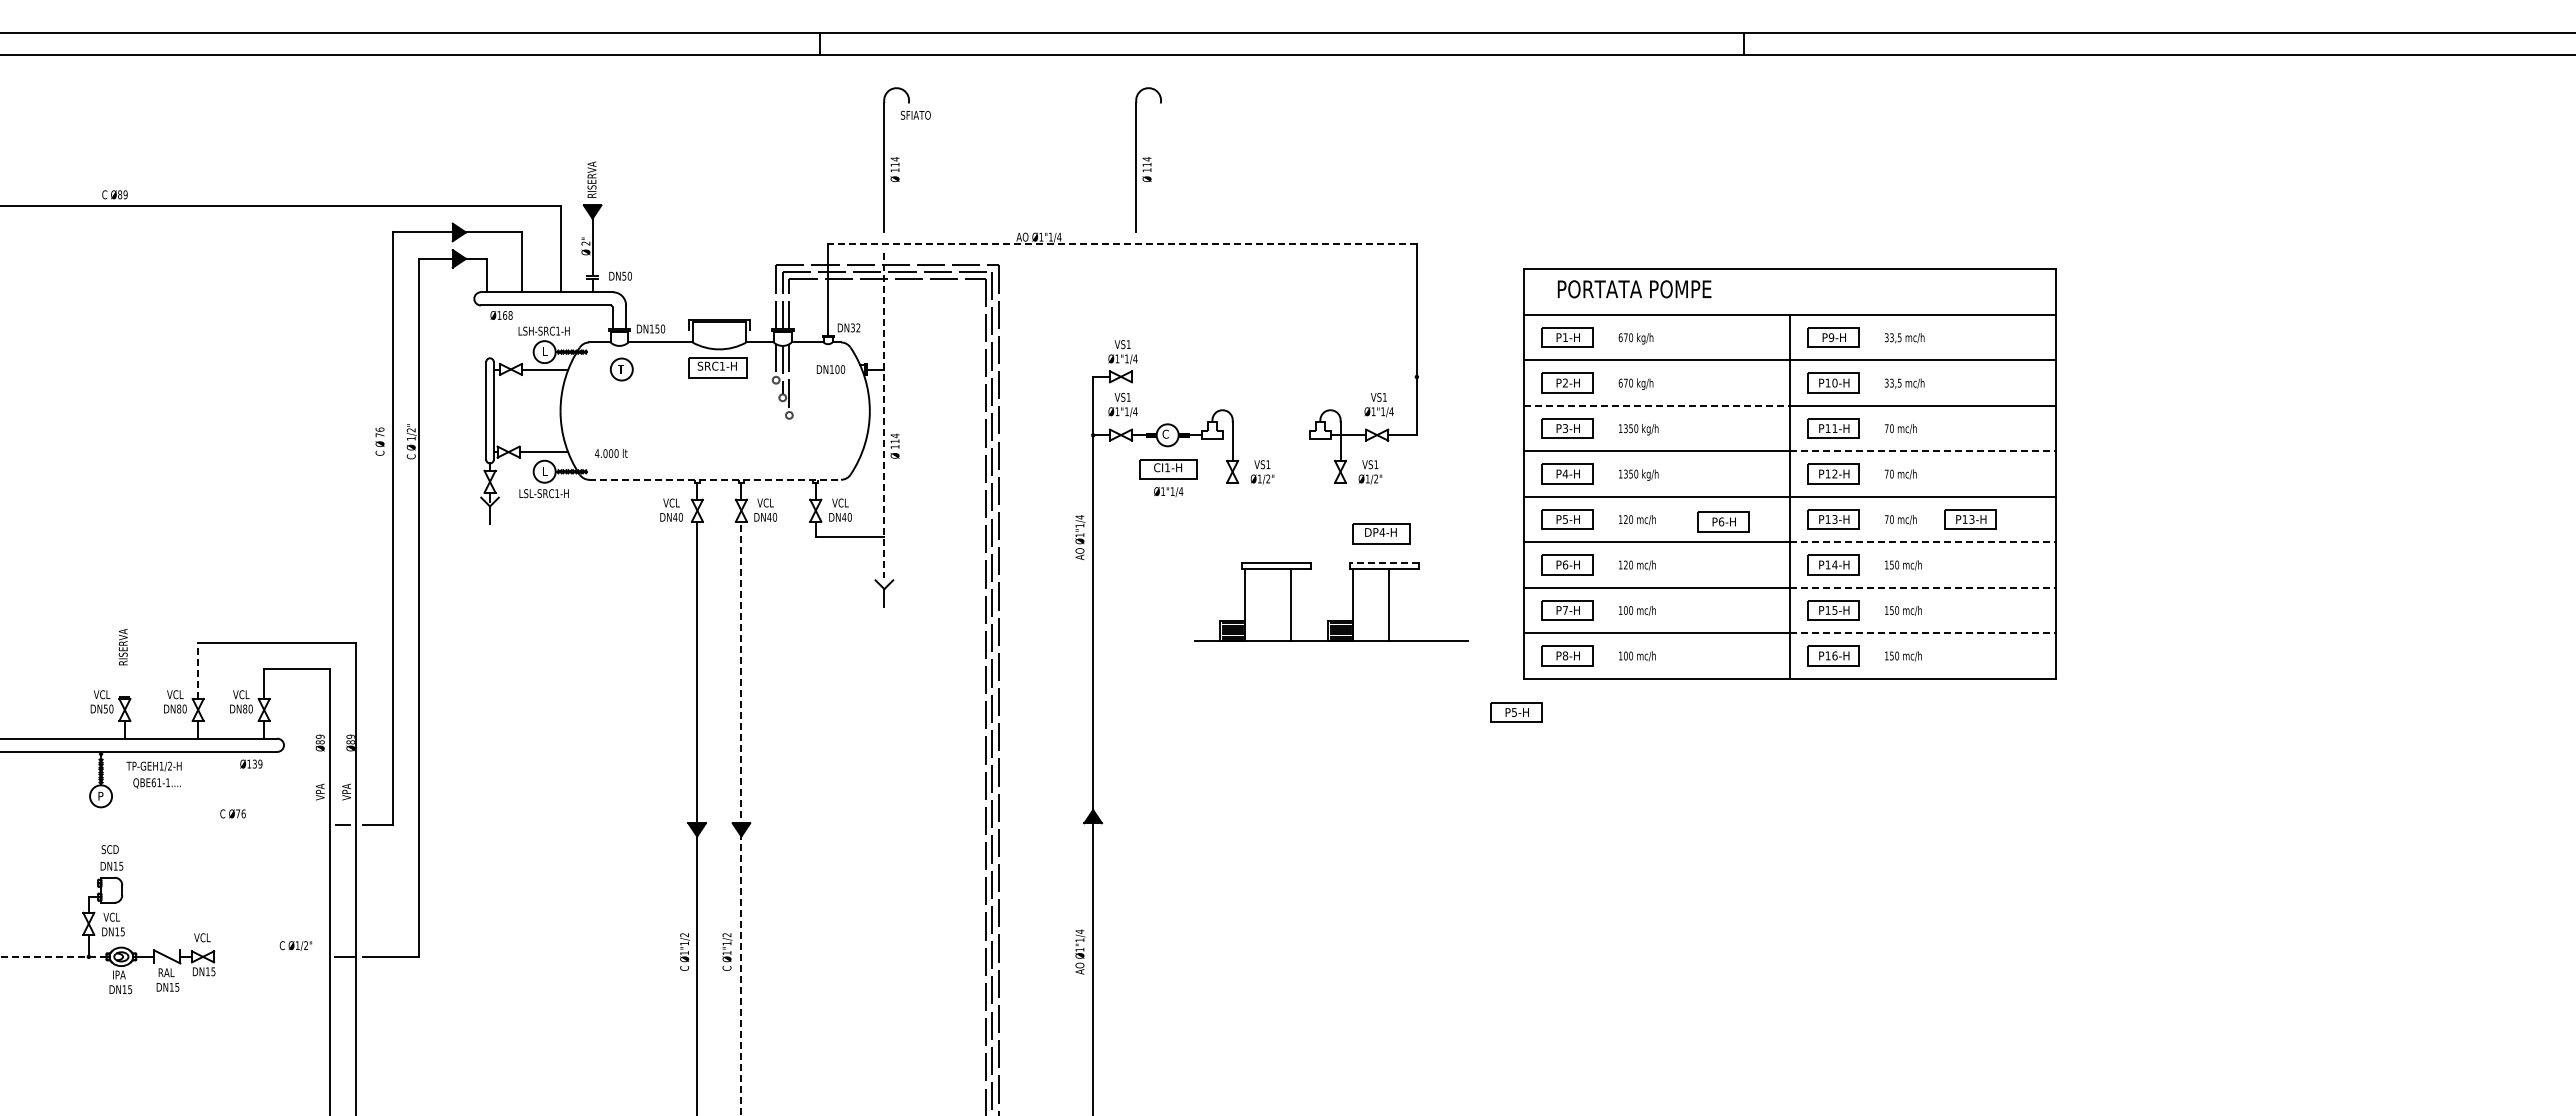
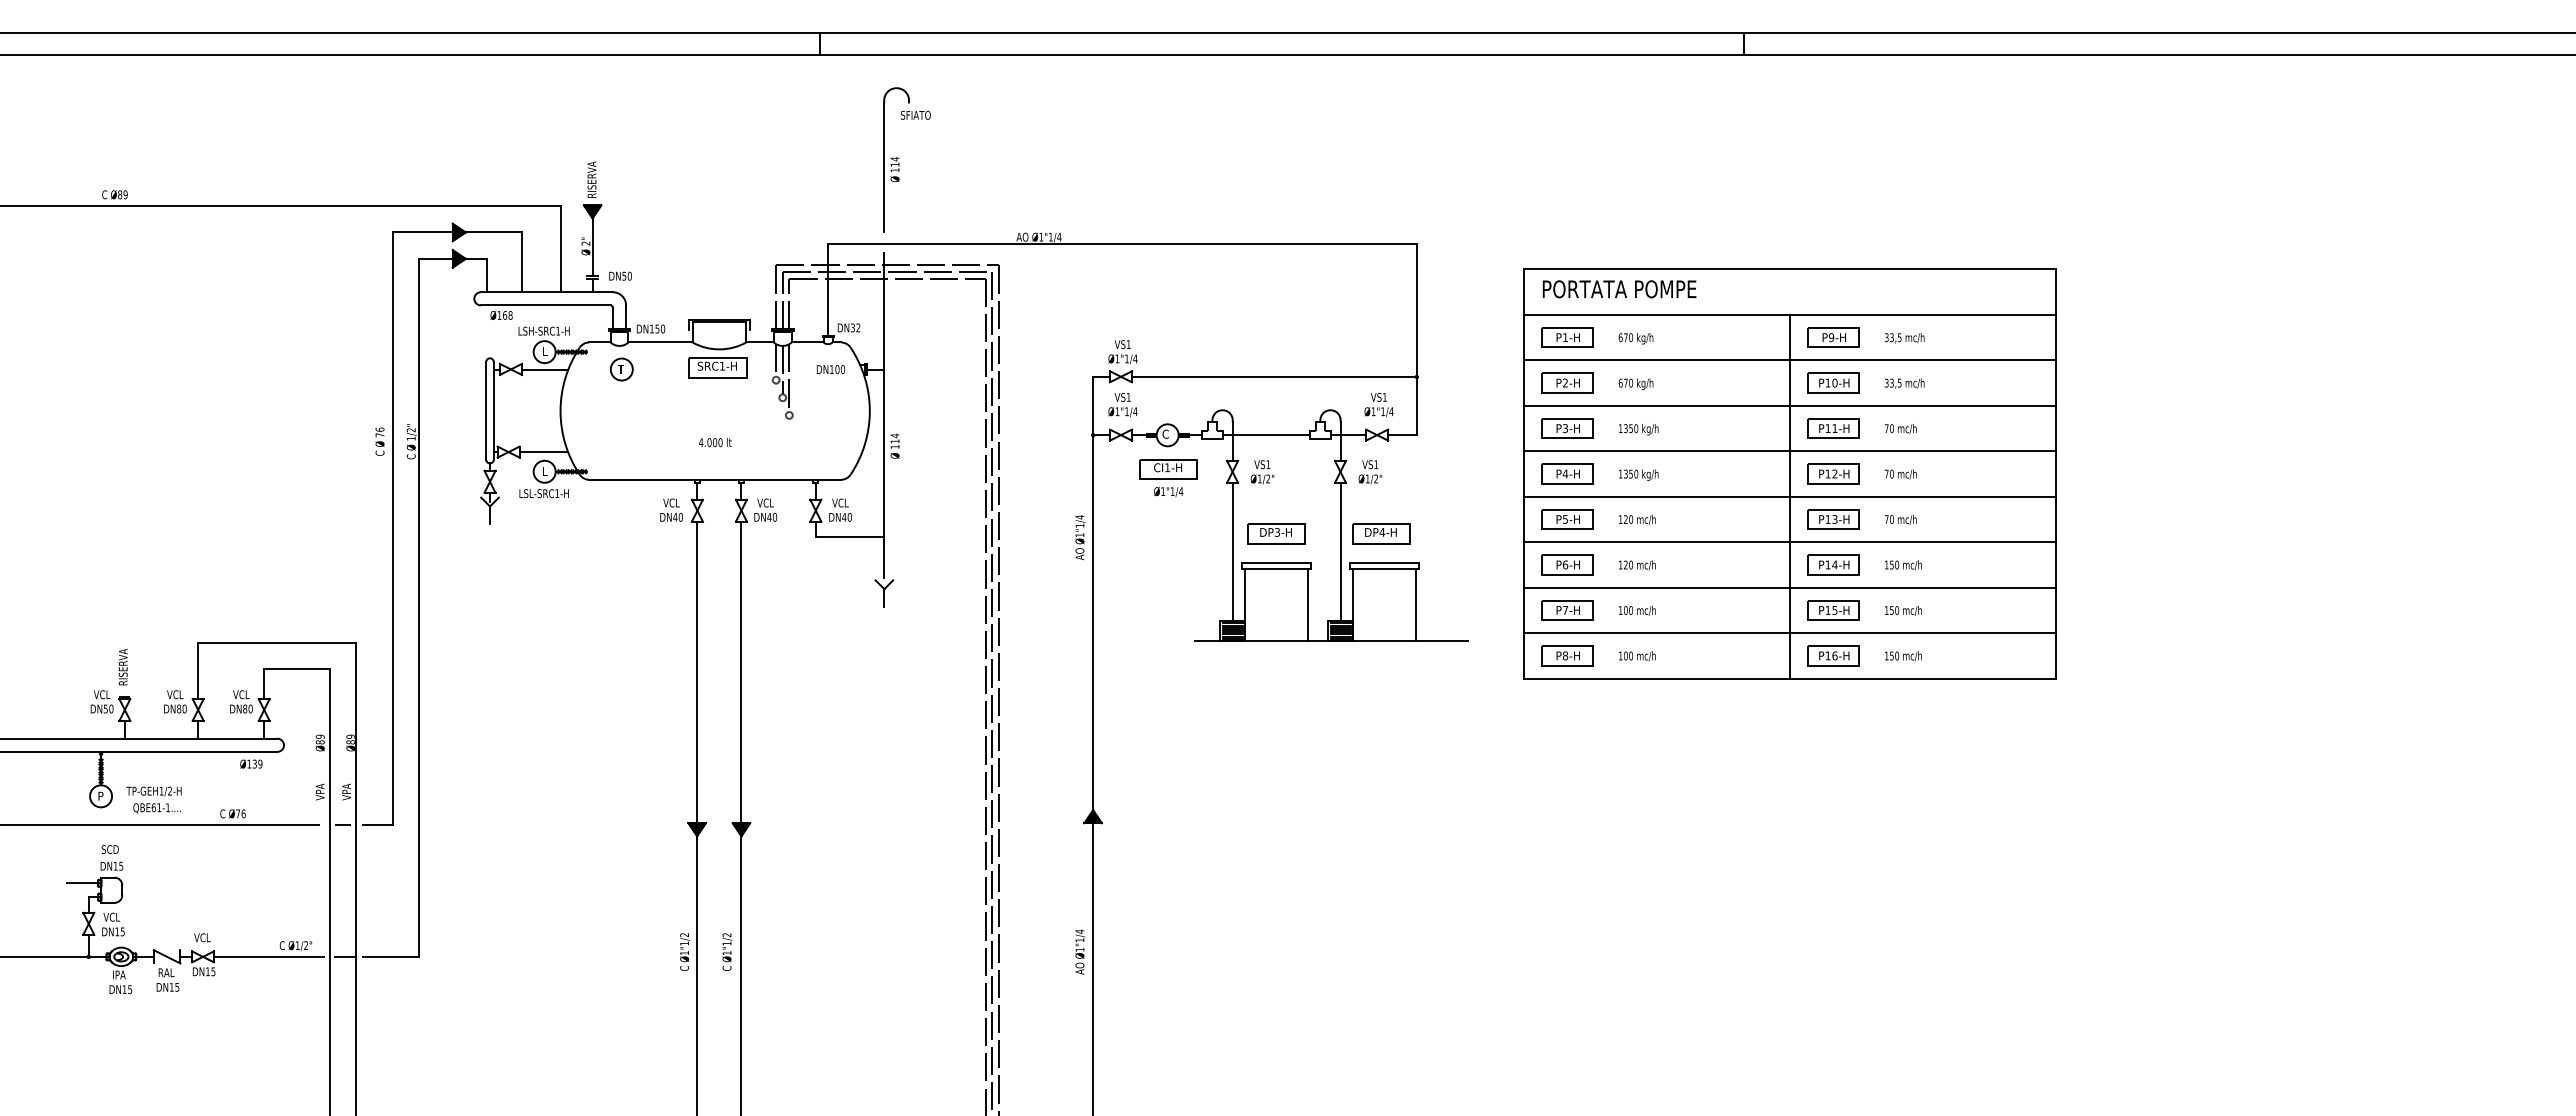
part at (1148, 159): present -> none
line at (1121, 244): dashed -> solid
text at (1634, 289) position: (1634, 289) -> (1619, 289)
line at (1274, 377): none -> present
line at (1657, 405): dashed -> solid
line at (884, 415): dashed -> solid
line at (1266, 435): none -> present
line at (1923, 451): dashed -> solid
text at (611, 453) position: (611, 453) -> (715, 442)
line at (715, 479): dashed -> solid
part at (1970, 519): present -> none
part at (1723, 521): present -> none
part at (1276, 533): none -> present
line at (1923, 542): dashed -> solid
line at (1232, 551): none -> present
line at (1340, 551): none -> present
line at (1384, 562): dashed -> solid
line at (1923, 587): dashed -> solid
line at (1291, 604) position: (1291, 604) -> (1308, 604)
line at (1389, 604) position: (1389, 604) -> (1416, 604)
line at (1923, 633): dashed -> solid
text at (122, 646) position: (122, 646) -> (122, 666)
line at (198, 670): dashed -> solid
part at (1516, 712): present -> none
text at (153, 774) position: (153, 774) -> (153, 799)
line at (741, 818): dashed -> solid
line at (160, 825): none -> present
line at (82, 883): none -> present
line at (53, 956): dashed -> solid
line at (268, 956): none -> present
